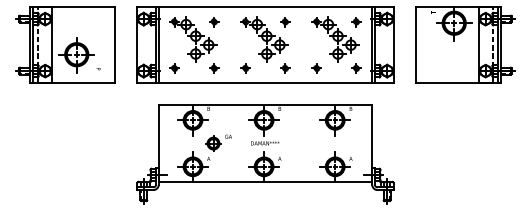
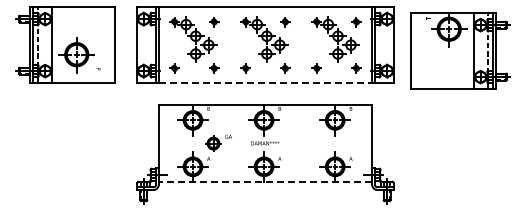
part at (465, 44) position: (465, 44) -> (460, 50)
line at (265, 83): solid -> dashed
line at (265, 181): solid -> dashed
